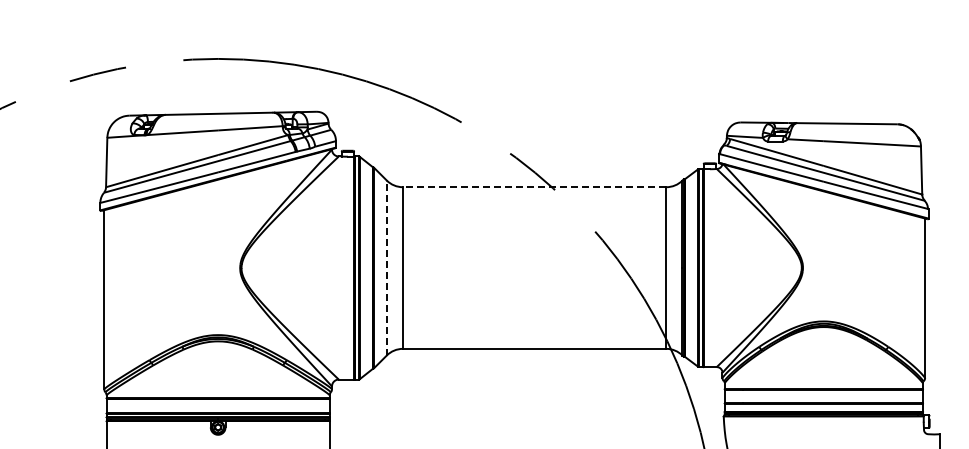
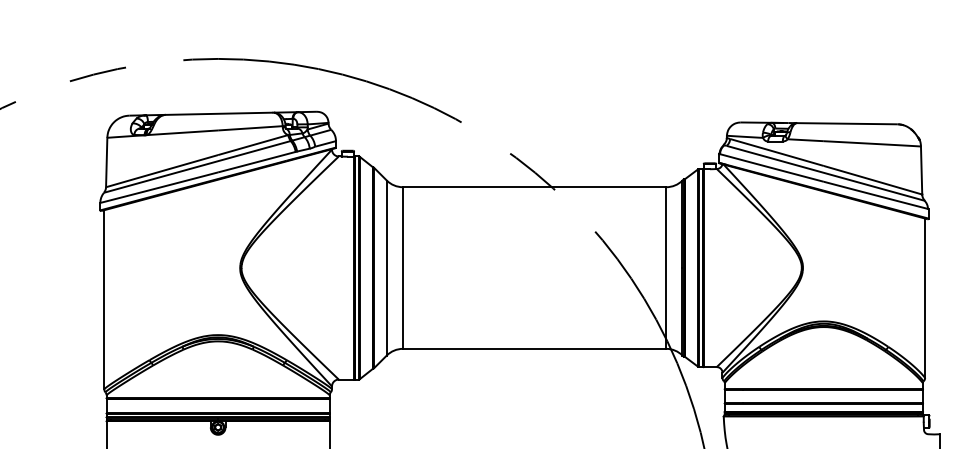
line at (534, 187): dashed -> solid
line at (386, 267): dashed -> solid
